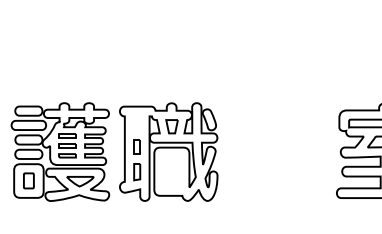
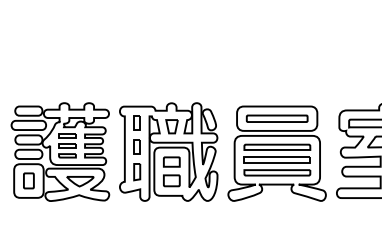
part at (136, 122): none -> present
part at (276, 153): none -> present
part at (171, 171): none -> present
